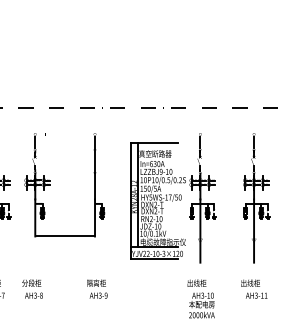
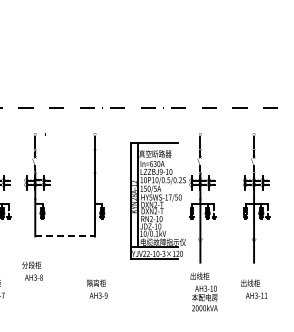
line at (65, 236): solid -> dashed
text at (32, 288) position: (32, 288) -> (32, 270)
text at (200, 298) position: (200, 298) -> (203, 291)
